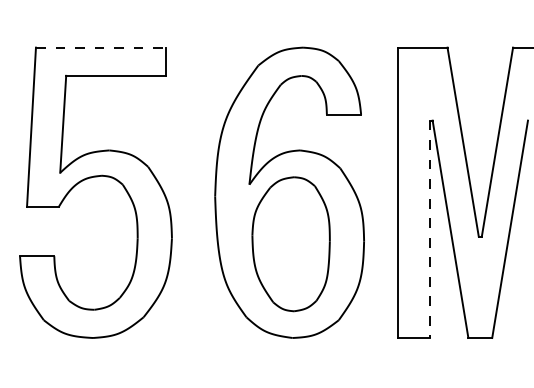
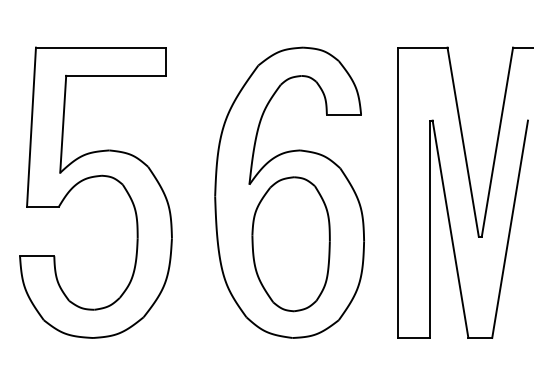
line at (101, 47): dashed -> solid
line at (429, 229): dashed -> solid
